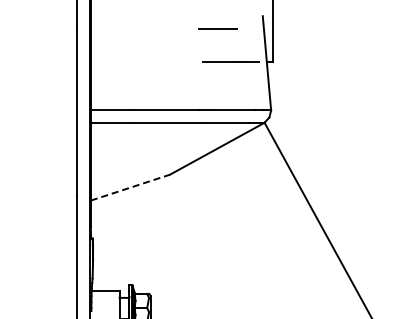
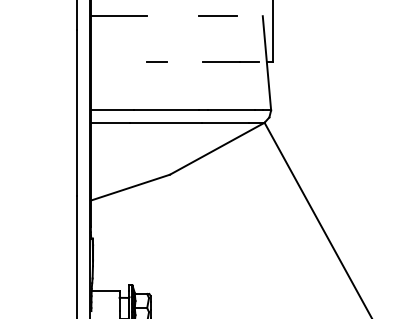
line at (118, 16): none -> present
line at (217, 28) position: (217, 28) -> (217, 15)
line at (156, 61): none -> present
line at (130, 187): dashed -> solid
